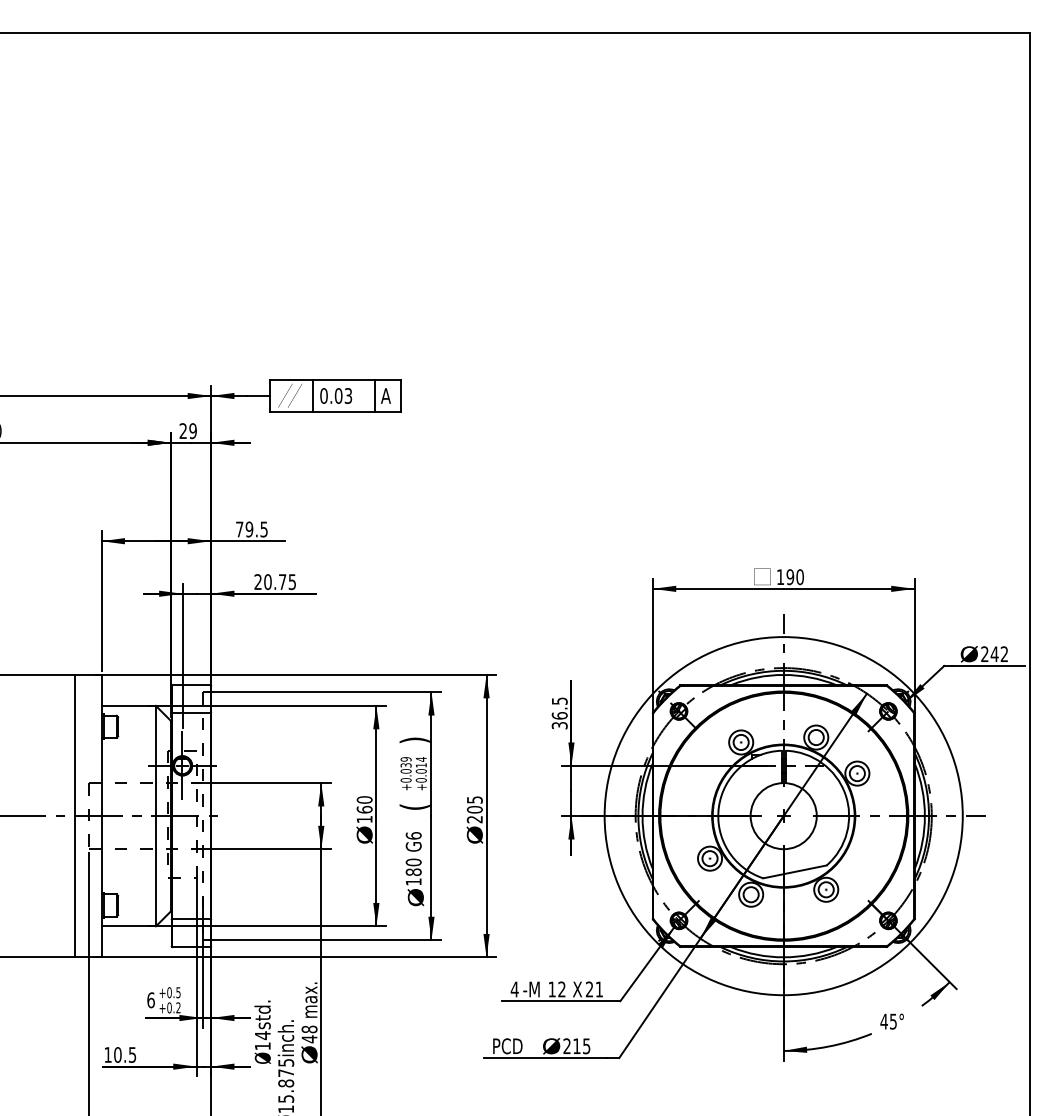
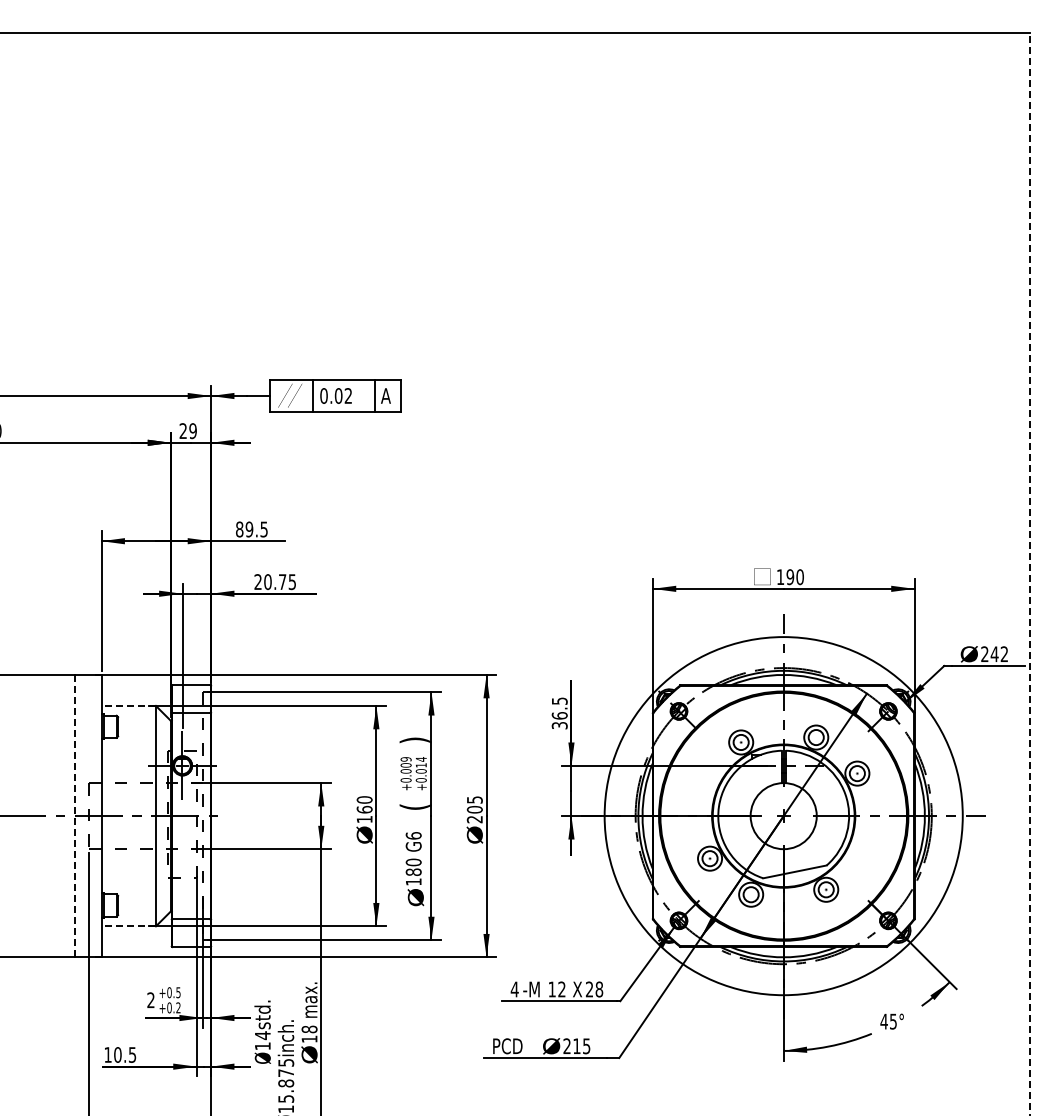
text at (348, 395): 0.03 -> 0.02
text at (239, 529): 79.5 -> 89.5
line at (1030, 574): solid -> dashed
line at (128, 705): solid -> dashed
text at (405, 765): +0.039 -> +0.009
line at (75, 816): solid -> dashed
line at (128, 926): solid -> dashed
text at (599, 989): 21 -> 28
text at (150, 1000): 6 -> 2
text at (309, 1039): 48 -> 18
